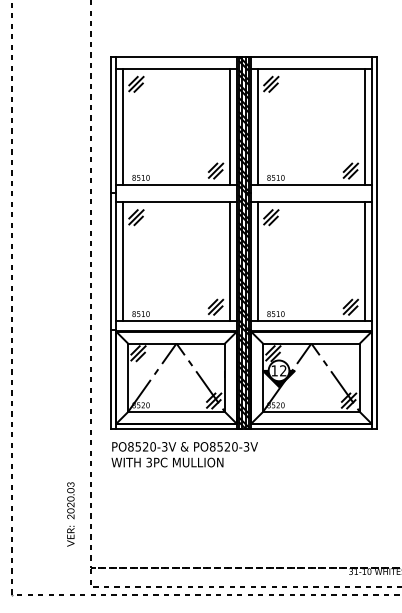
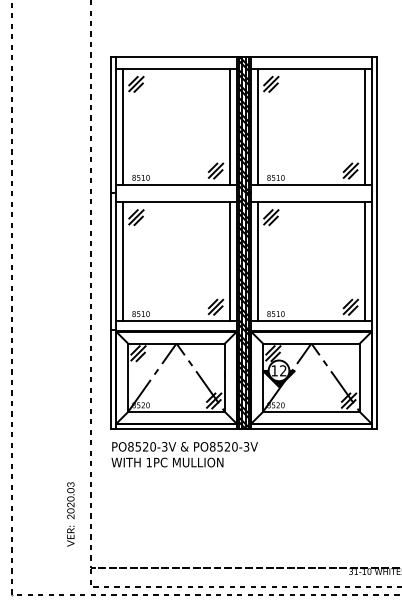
text at (148, 462): 3PC -> 1PC
